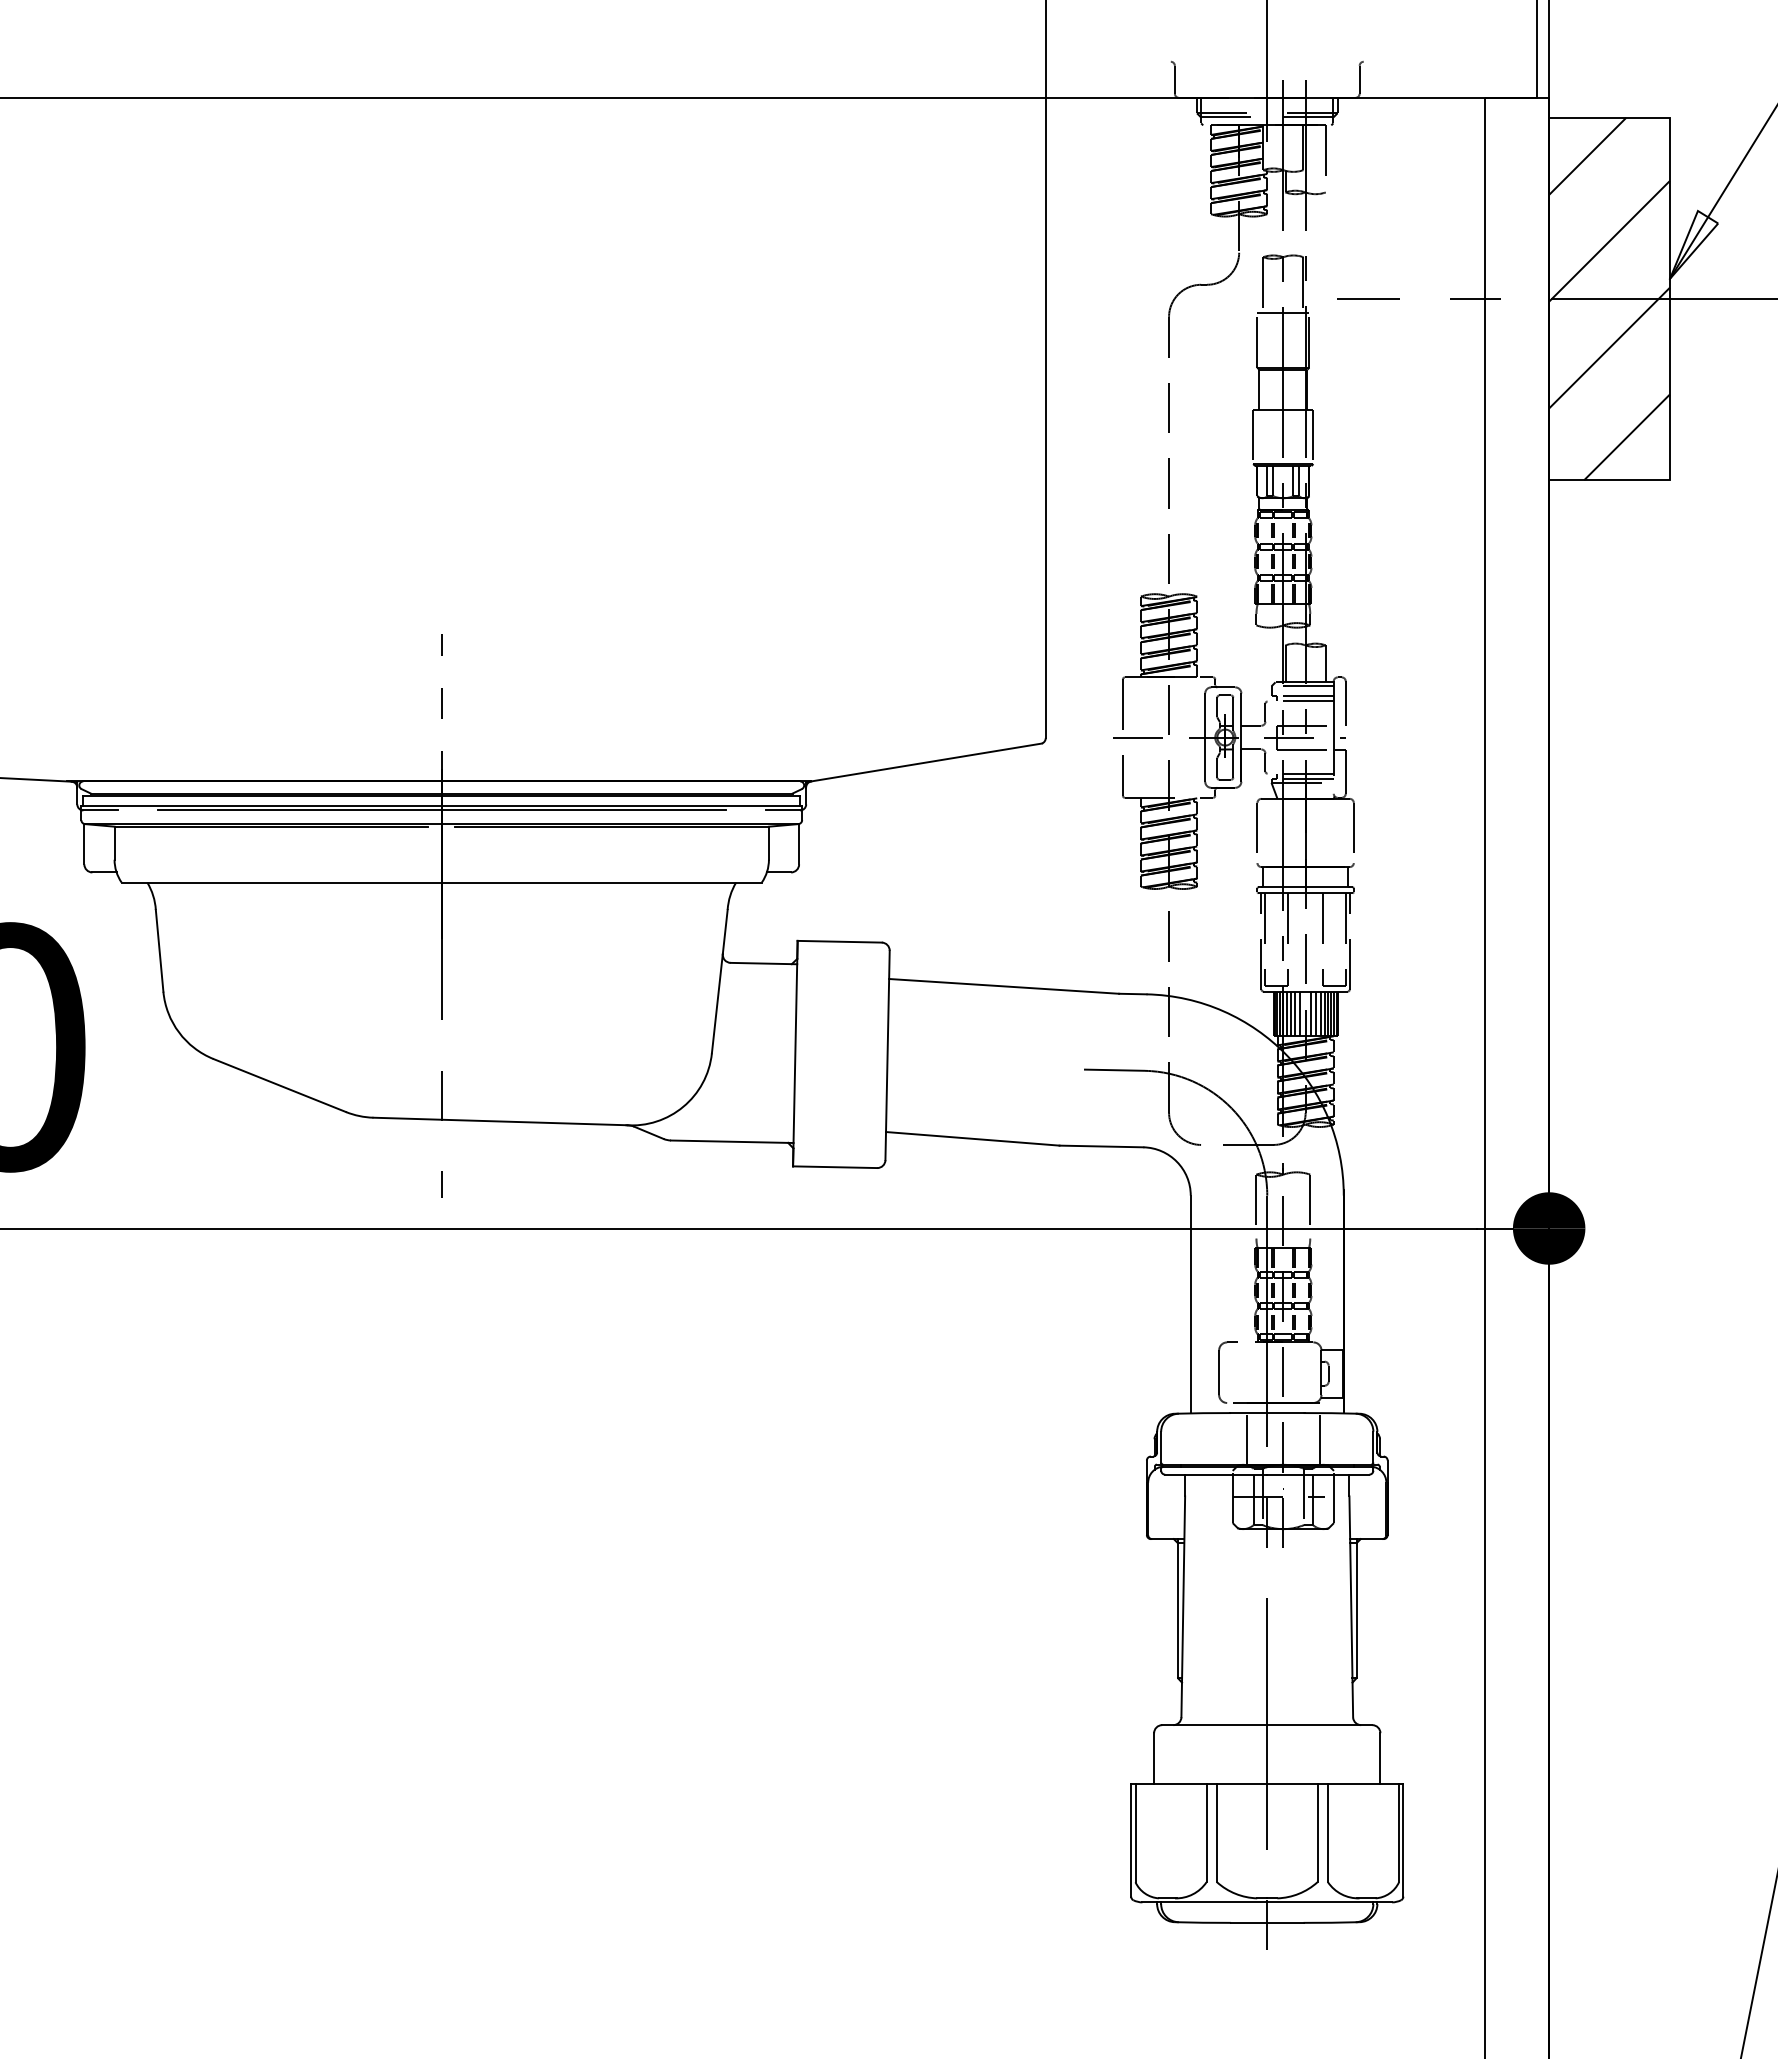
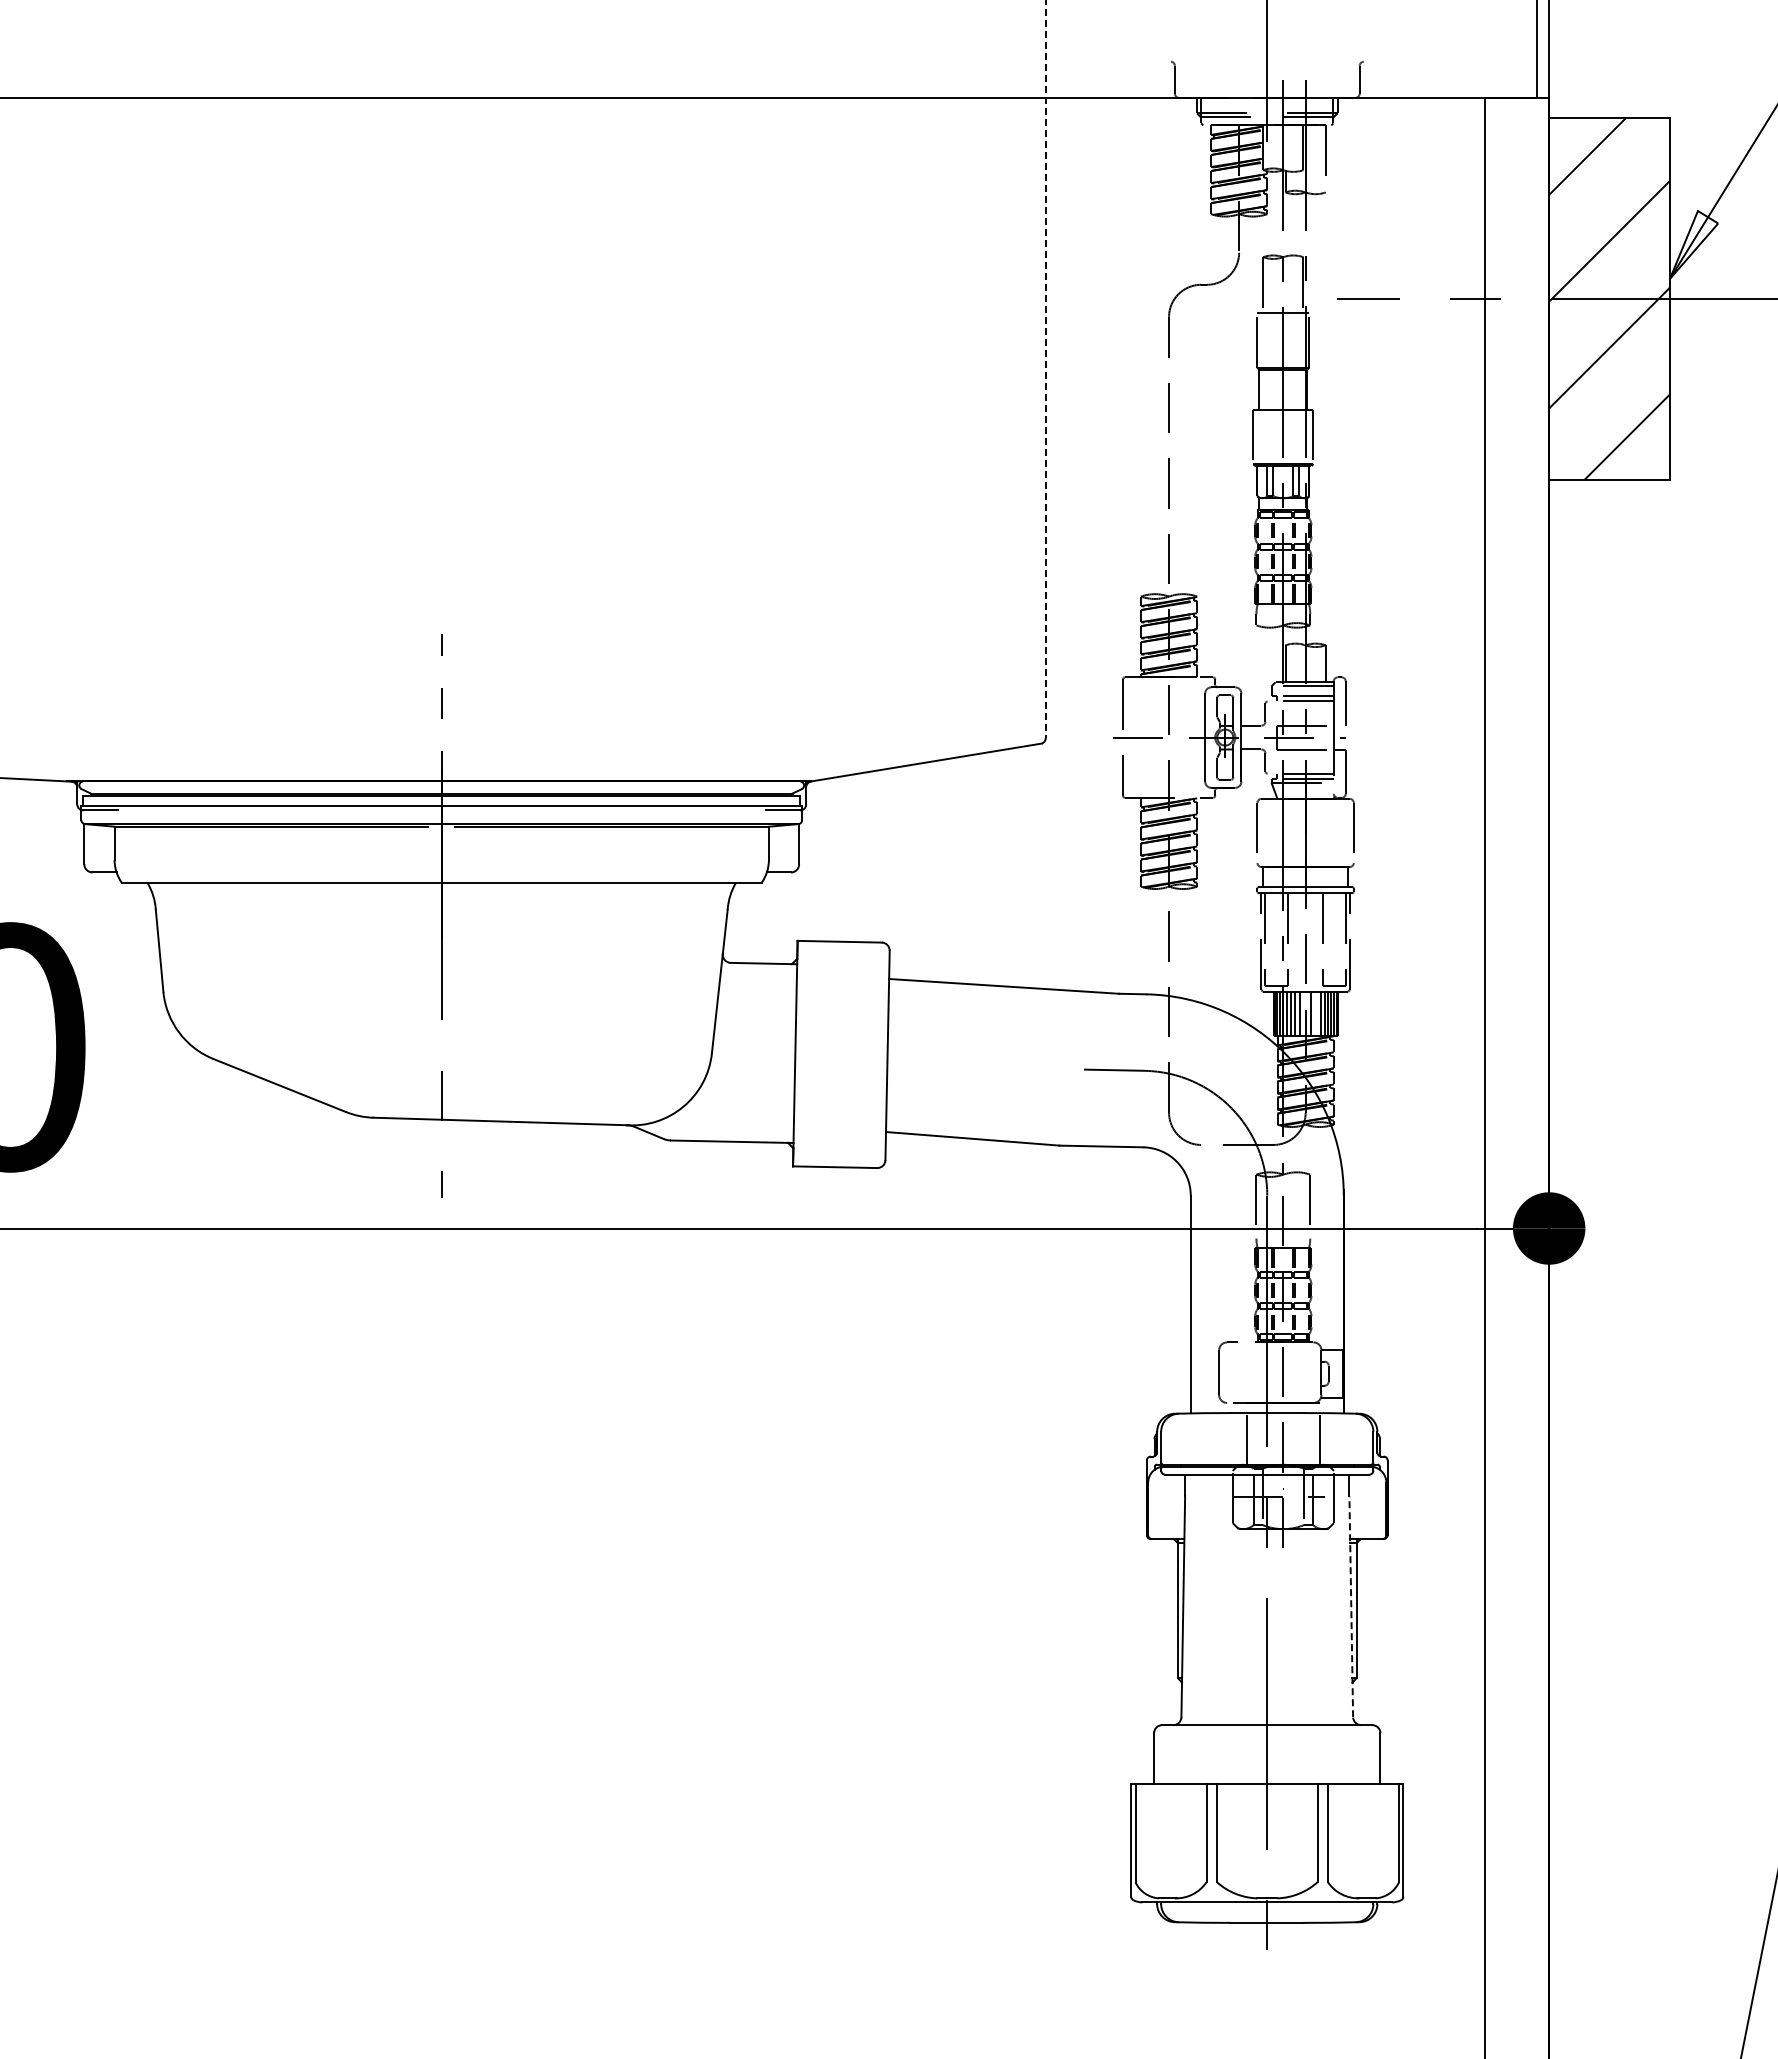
line at (1045, 369): solid -> dashed
line at (441, 810): present -> none
line at (1316, 1013): present -> none
line at (1351, 1606): solid -> dashed
